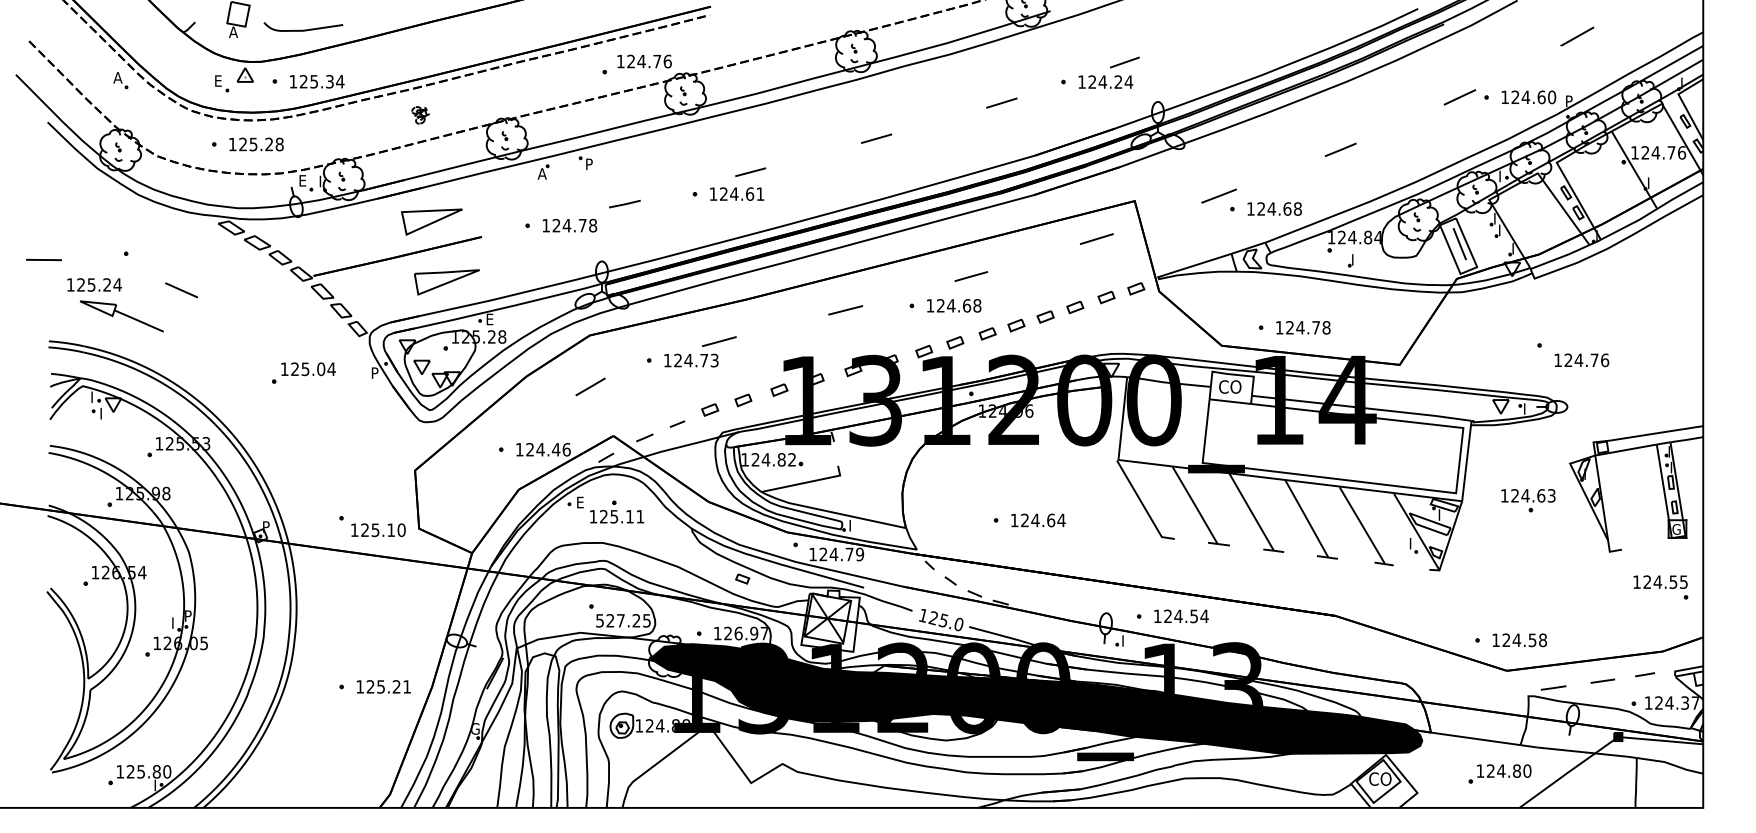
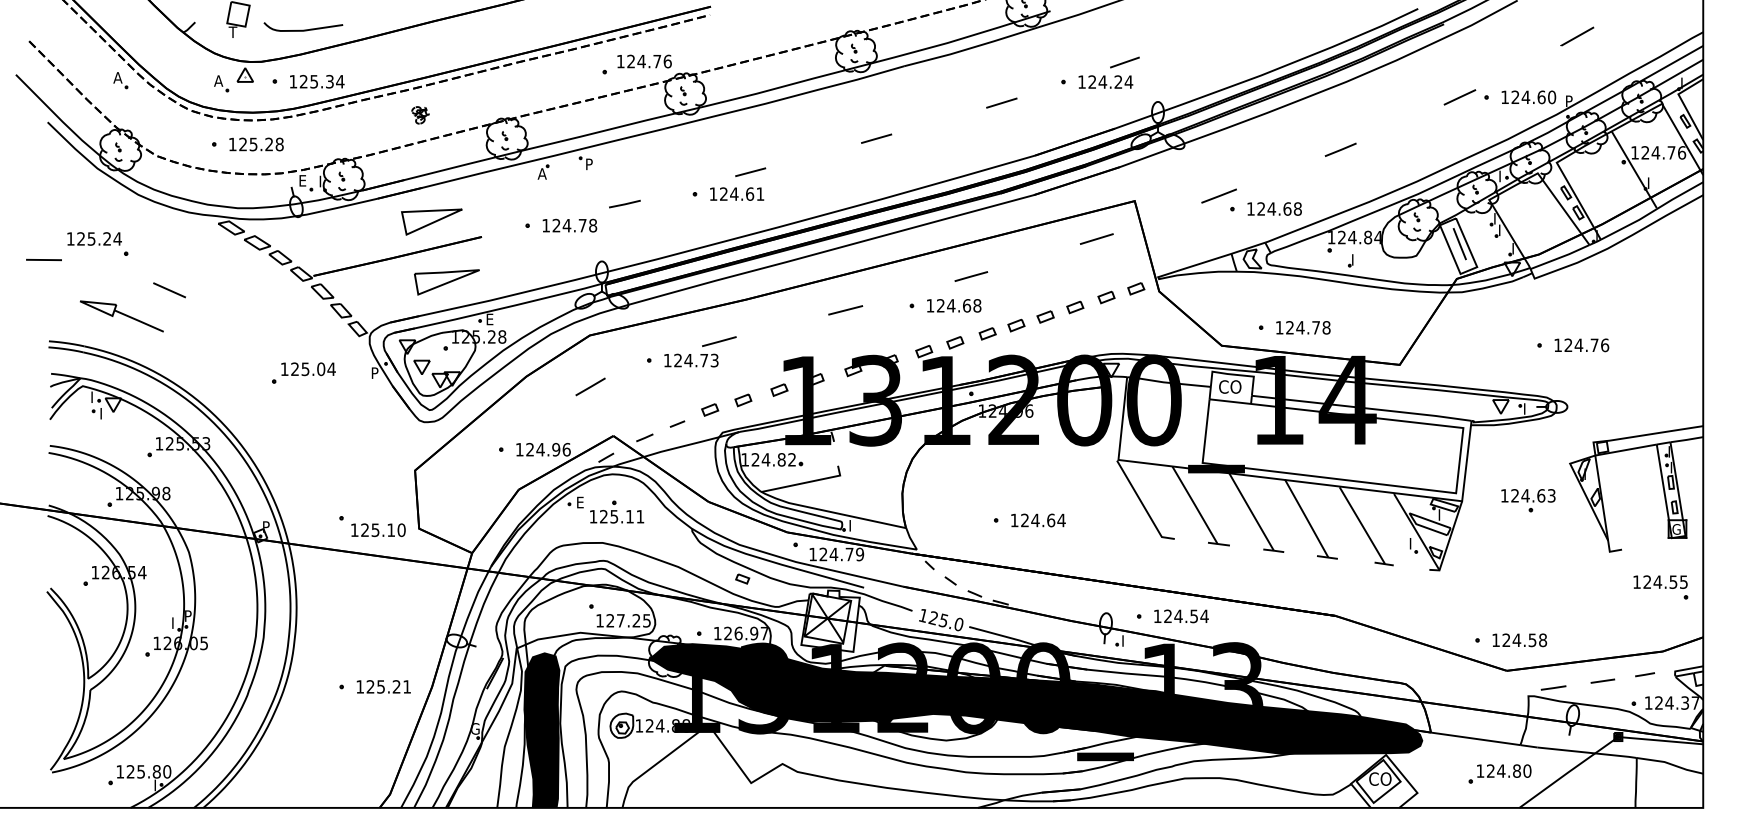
text at (232, 31): A -> T
text at (218, 80): E -> A
text at (94, 284) position: (94, 284) -> (94, 238)
line at (181, 290) position: (181, 290) -> (169, 290)
text at (1581, 360) position: (1581, 360) -> (1581, 345)
text at (555, 449): 124.46 -> 124.96
text at (599, 620): 527.25 -> 127.25
fill at (541, 730): none -> present
